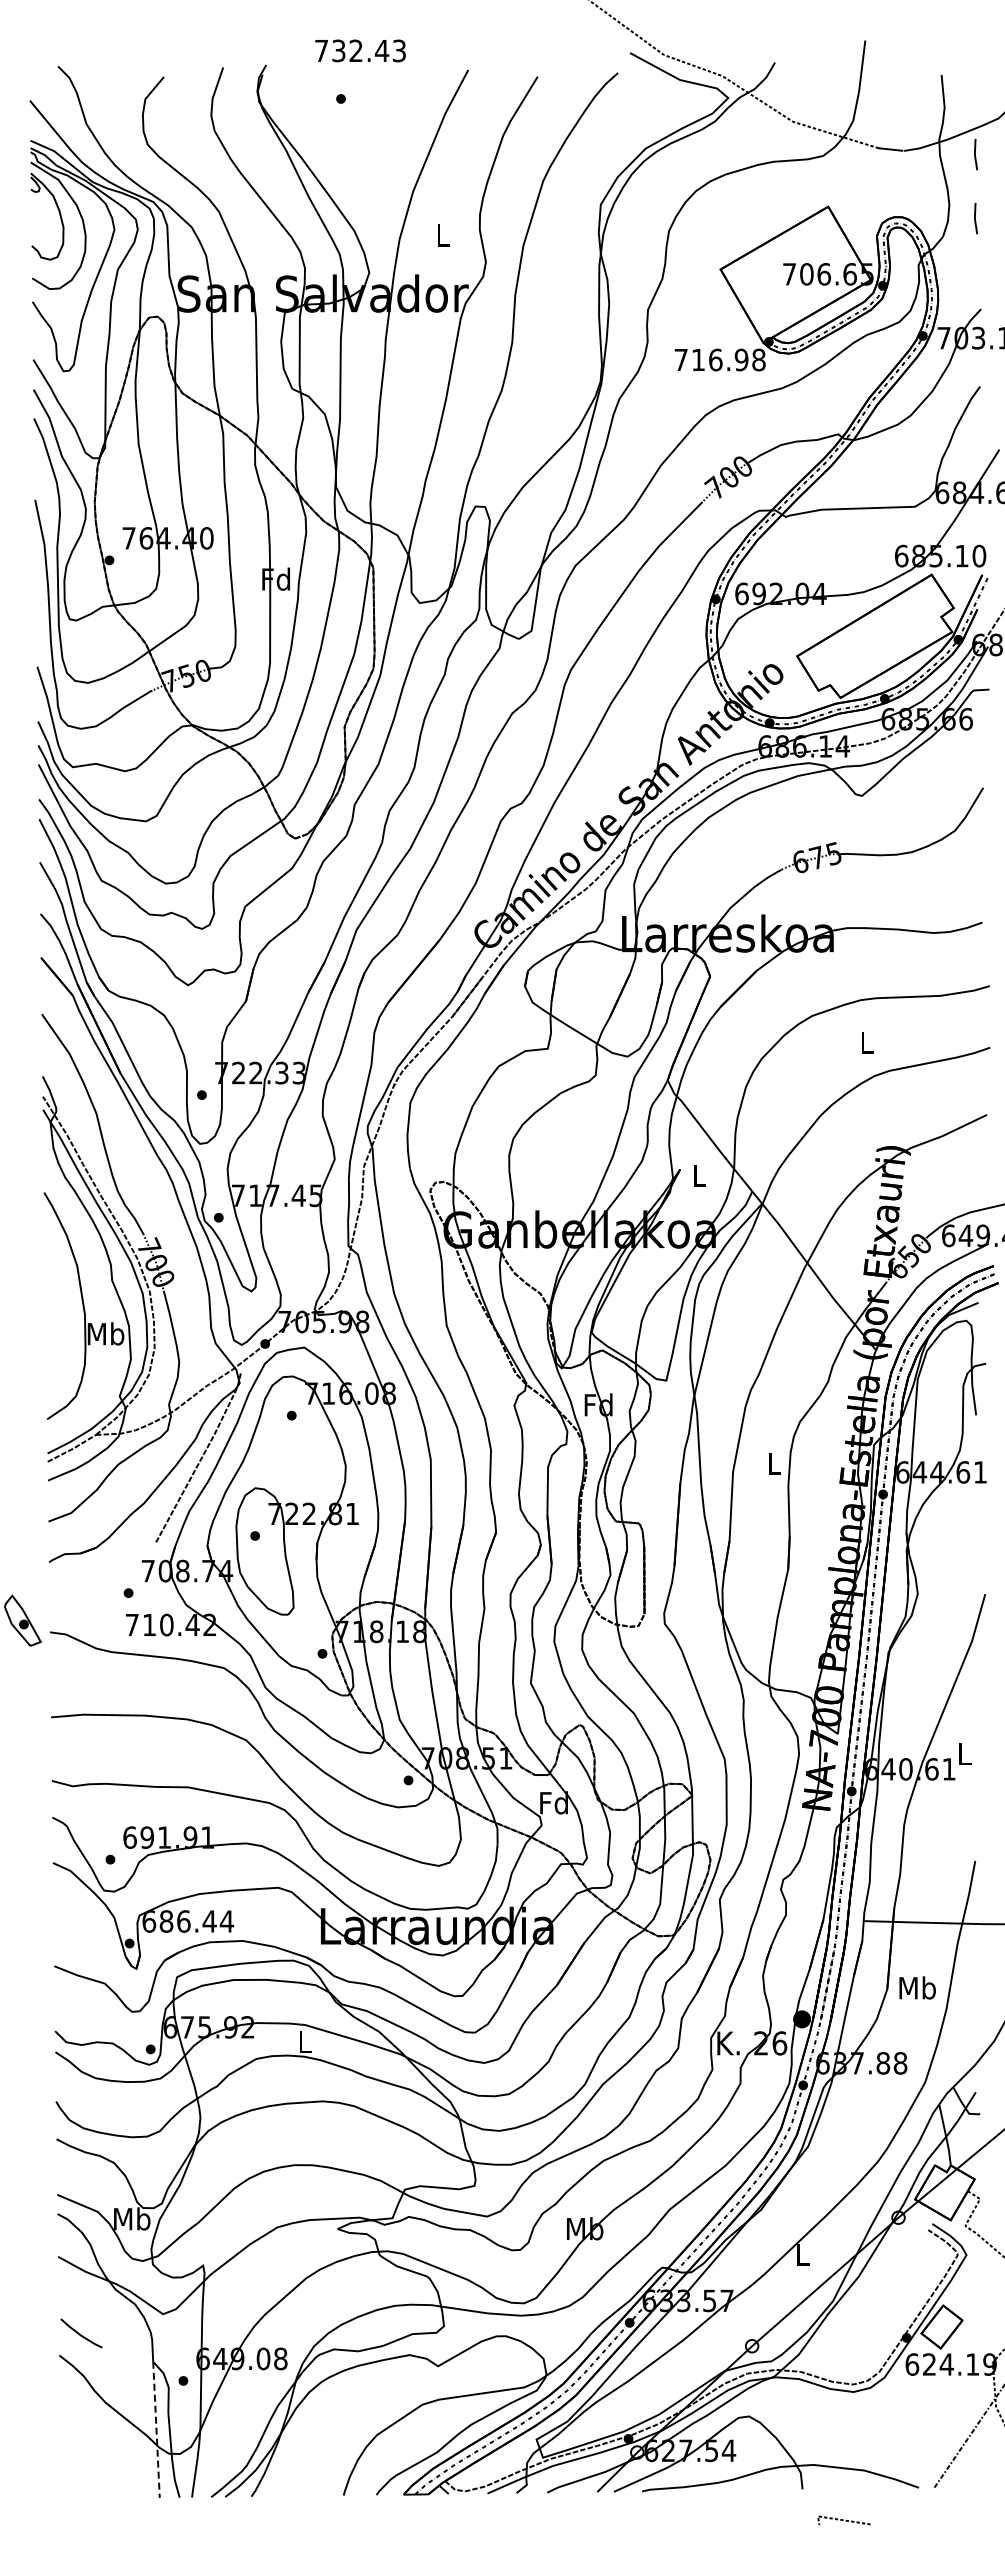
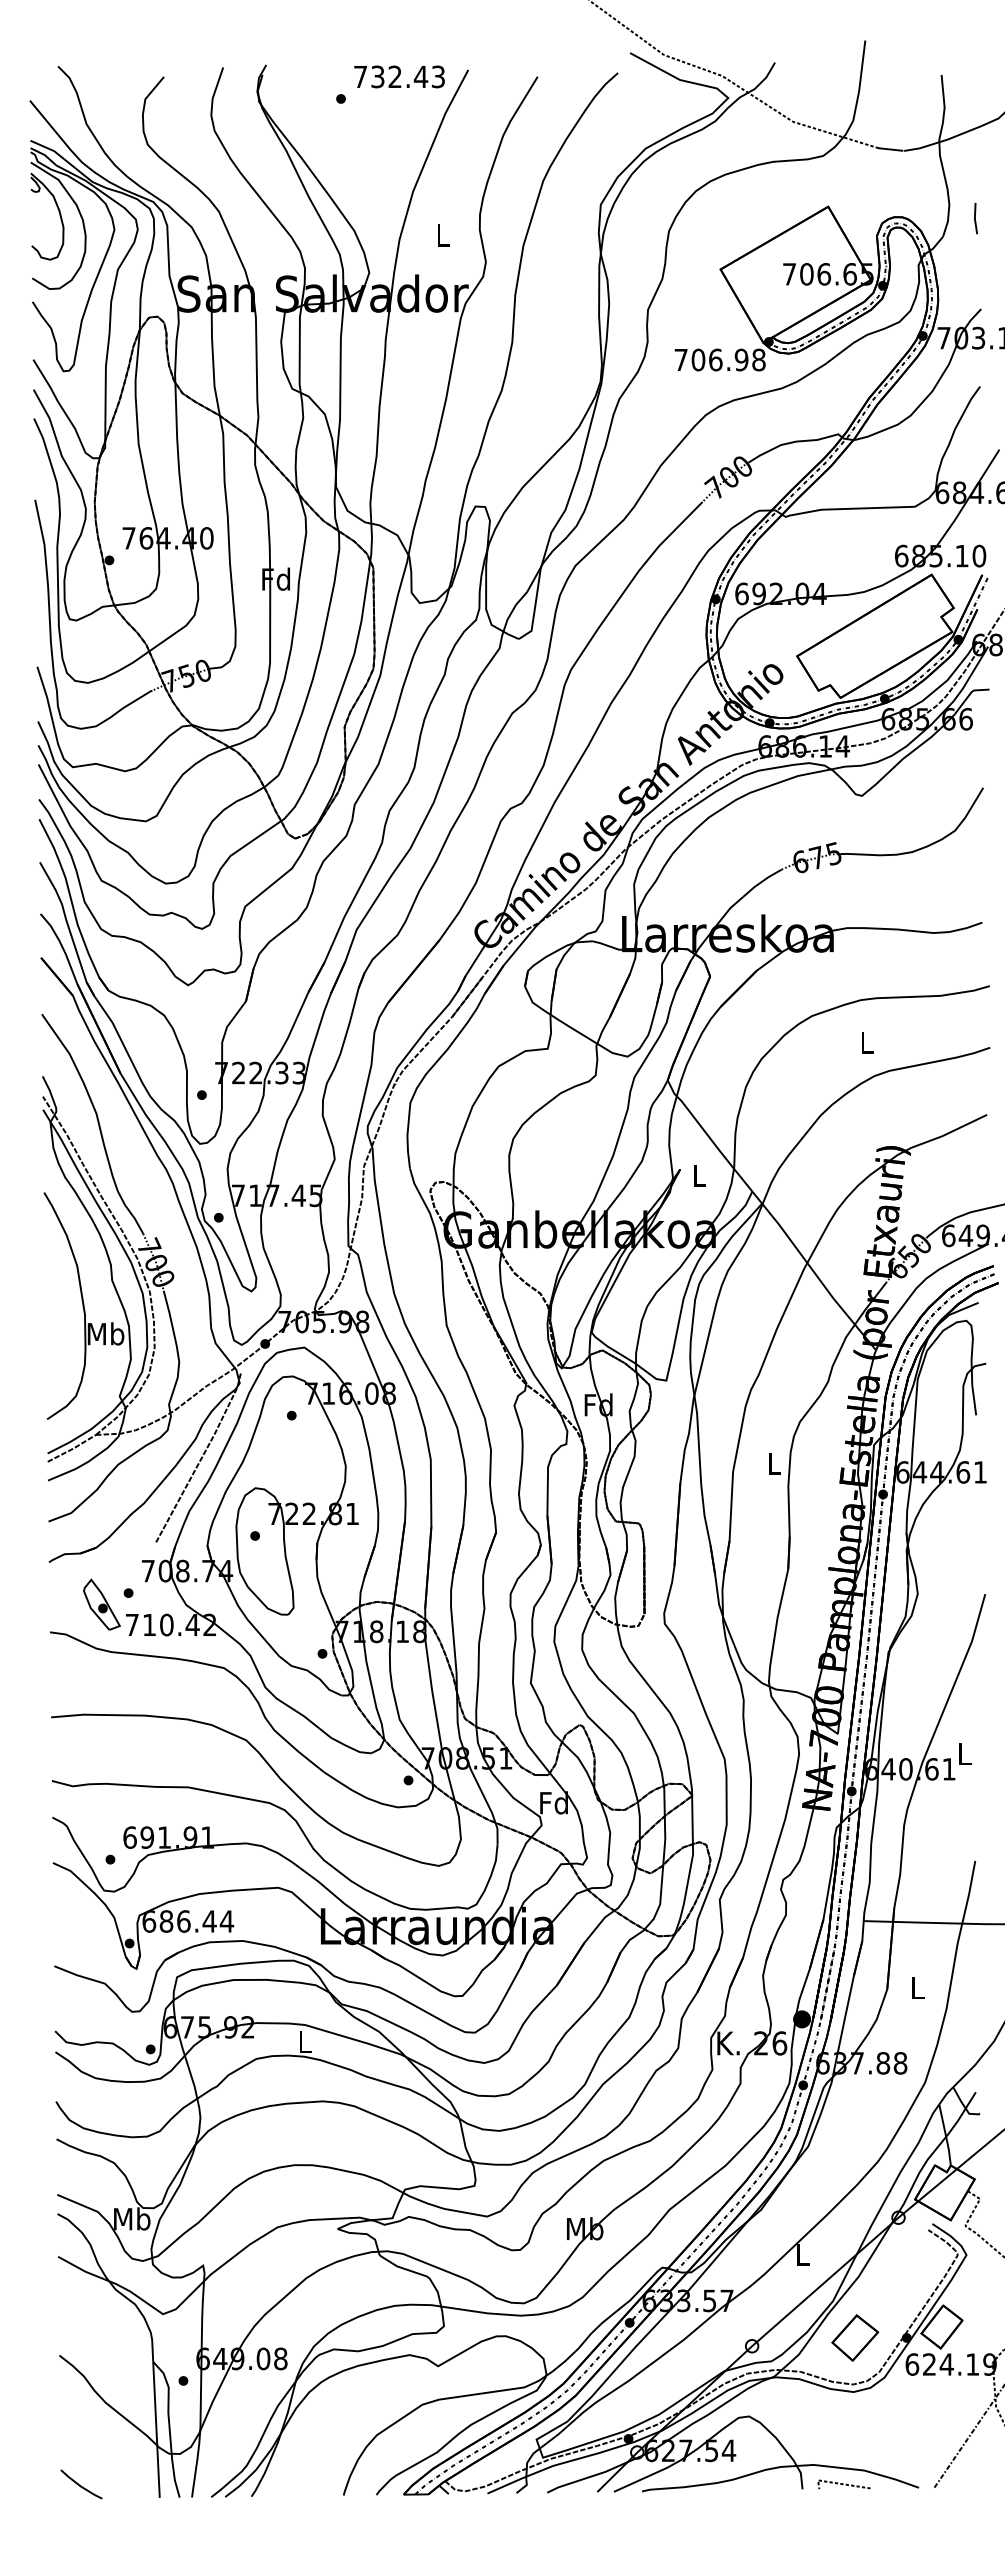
text at (360, 50) position: (360, 50) -> (399, 76)
line at (975, 154): present -> none
text at (698, 359): 716.98 -> 706.98
part at (22, 1620) position: (22, 1620) -> (101, 1604)
text at (917, 1987): Mb -> L
line at (81, 2334) position: (81, 2334) -> (81, 2485)
part at (855, 2337): none -> present
line at (156, 2430): dashed -> solid
line at (843, 2520) position: (843, 2520) -> (843, 2484)
